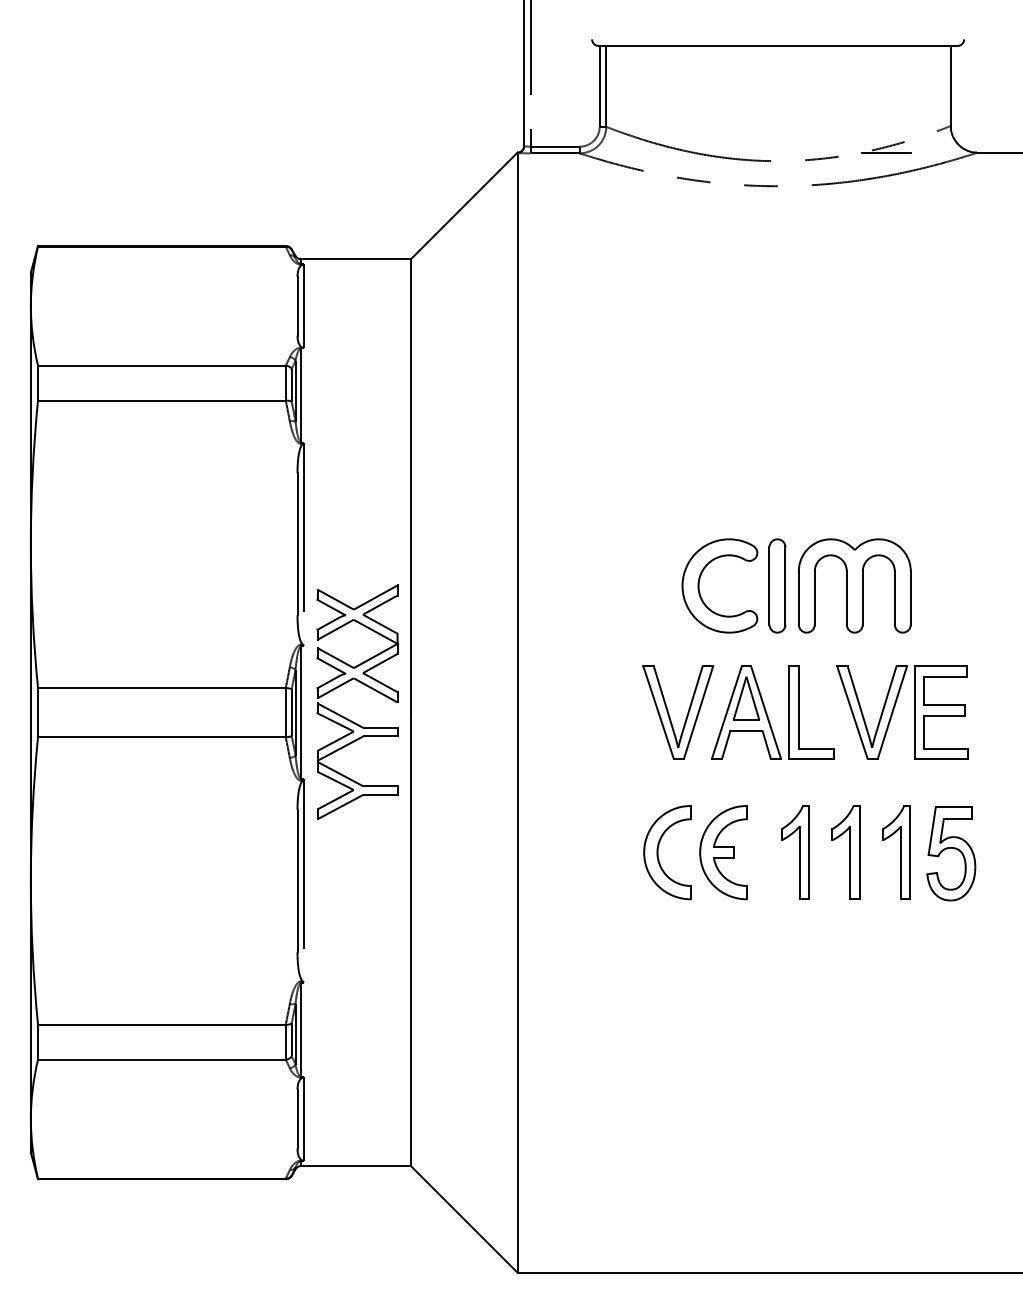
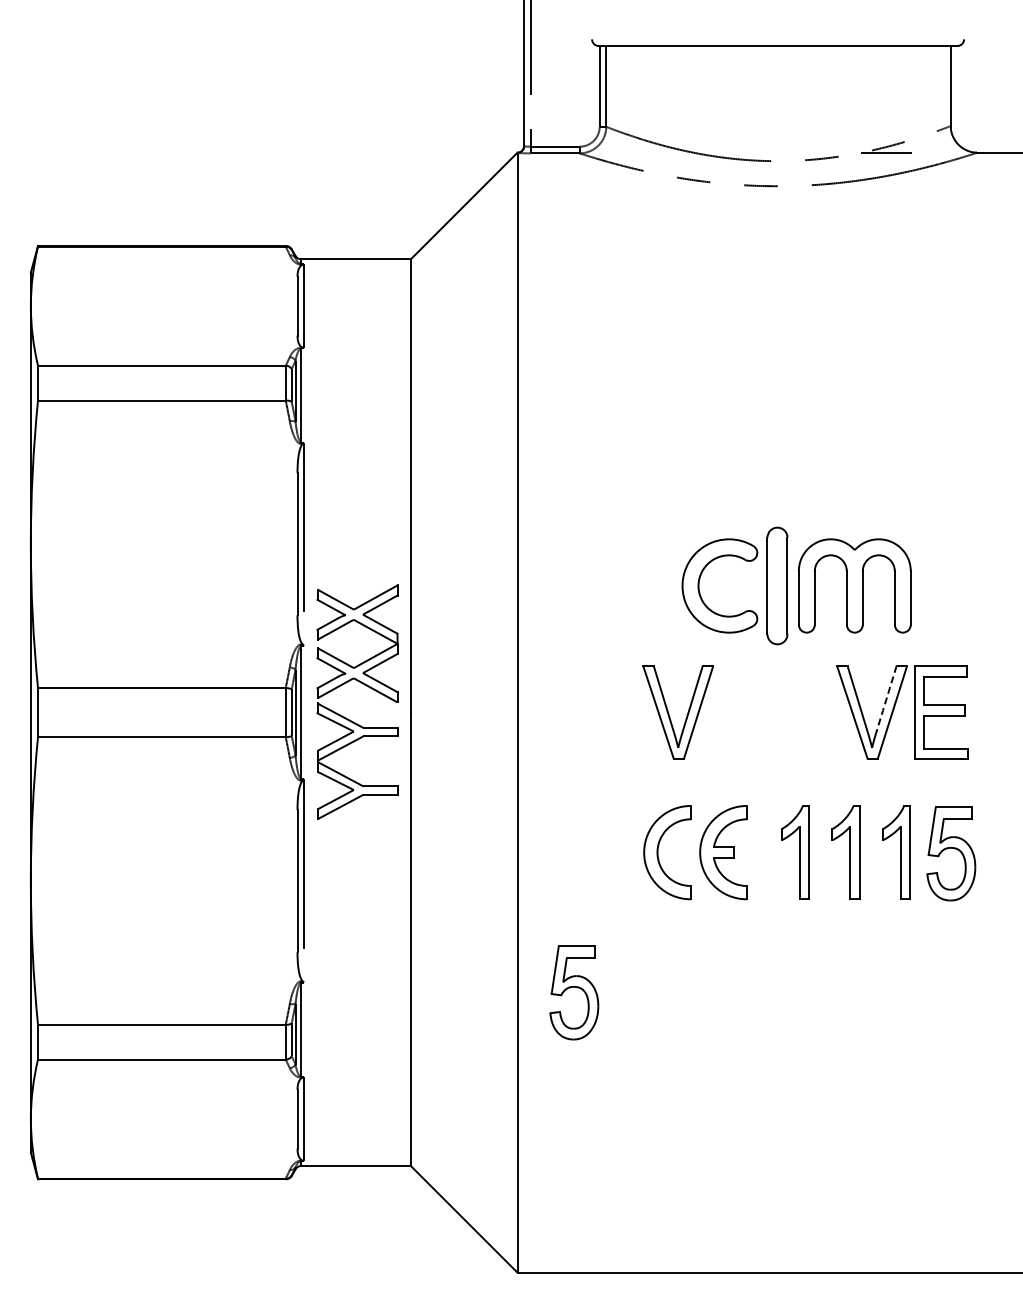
part at (777, 585) size: 19x96 px -> 23x120 px
line at (886, 699): solid -> dashed
part at (772, 712): present -> none
part at (574, 992): none -> present
